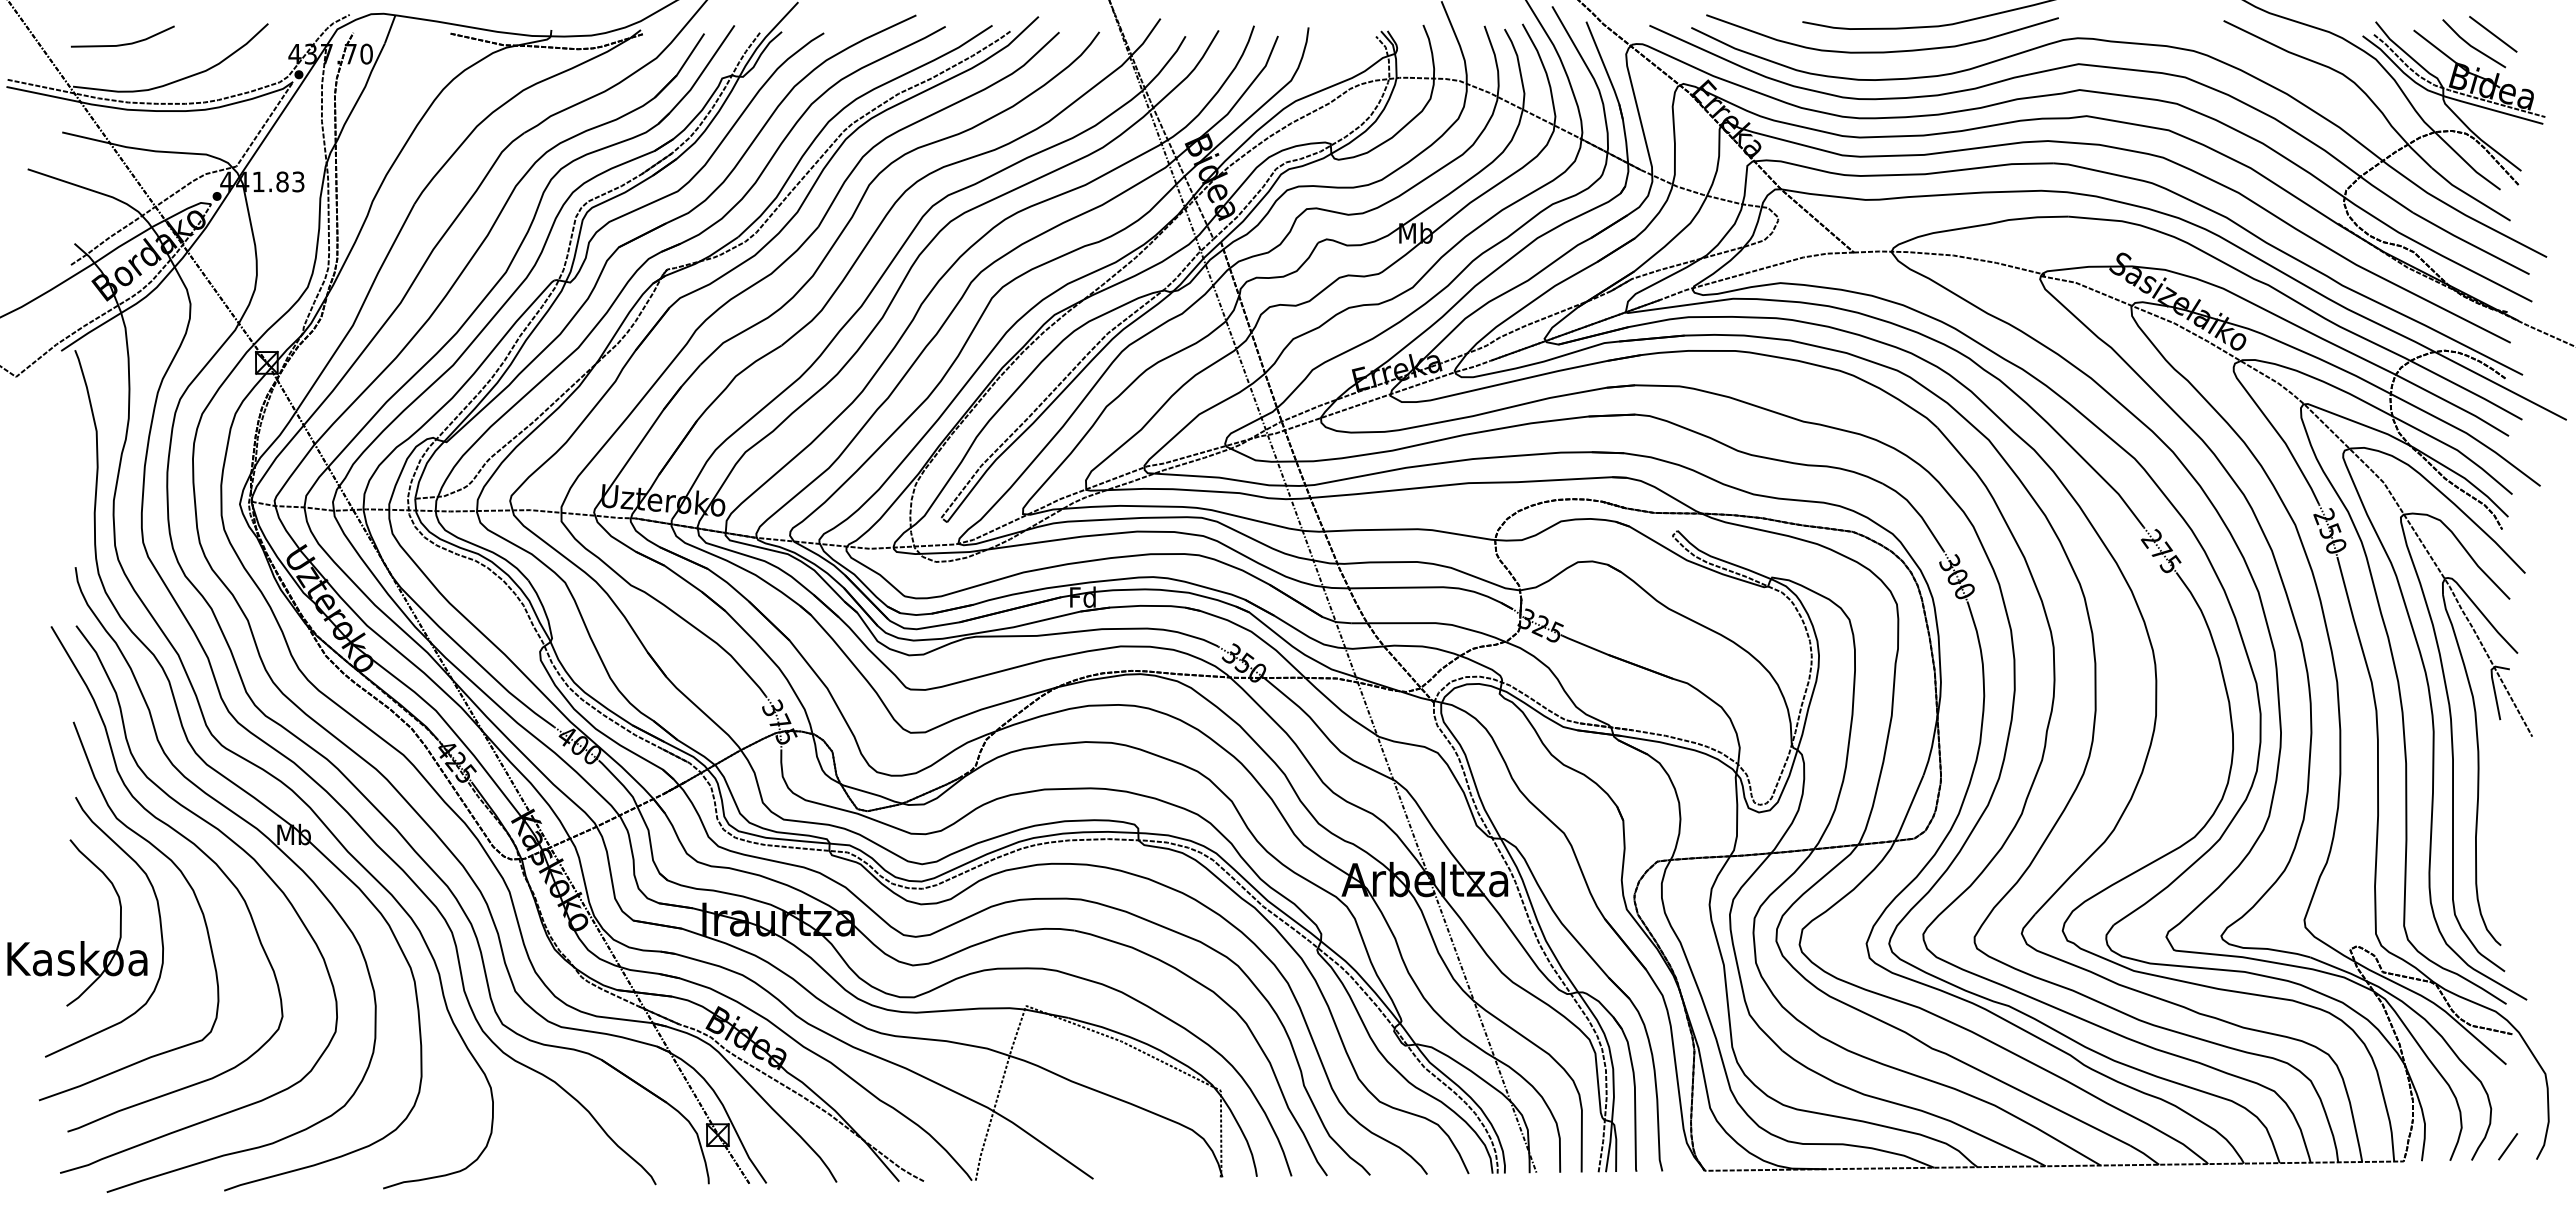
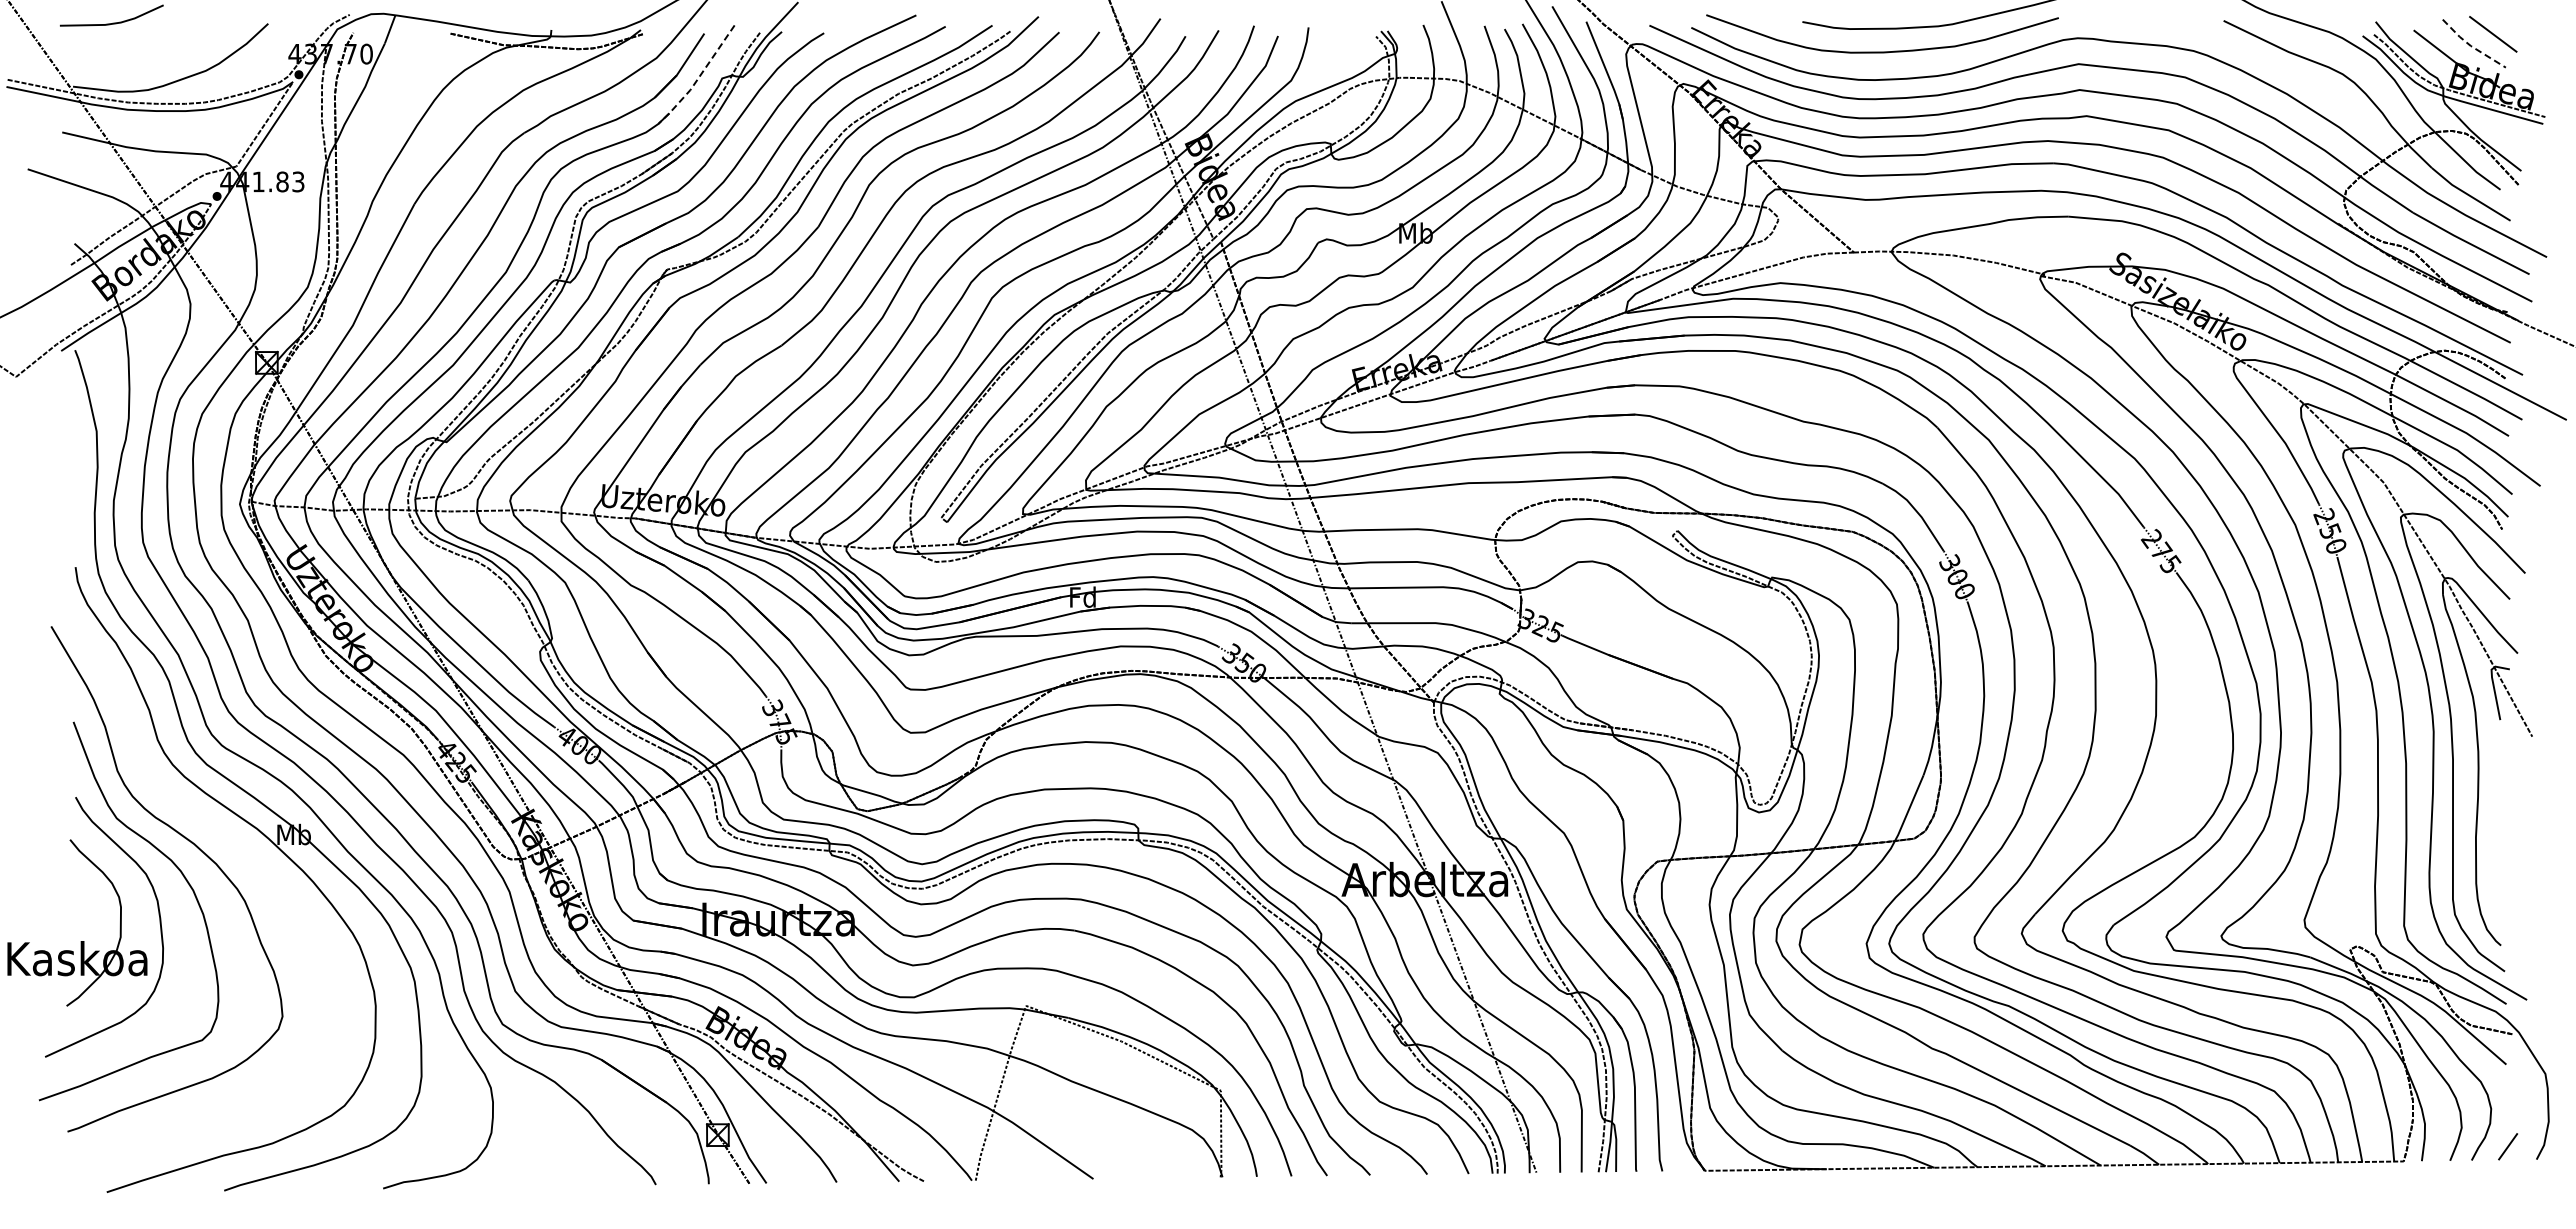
line at (123, 43) position: (123, 43) -> (112, 22)
line at (2470, 46): solid -> dashed
line at (698, 78): solid -> dashed
curve at (238, 847): present -> none
